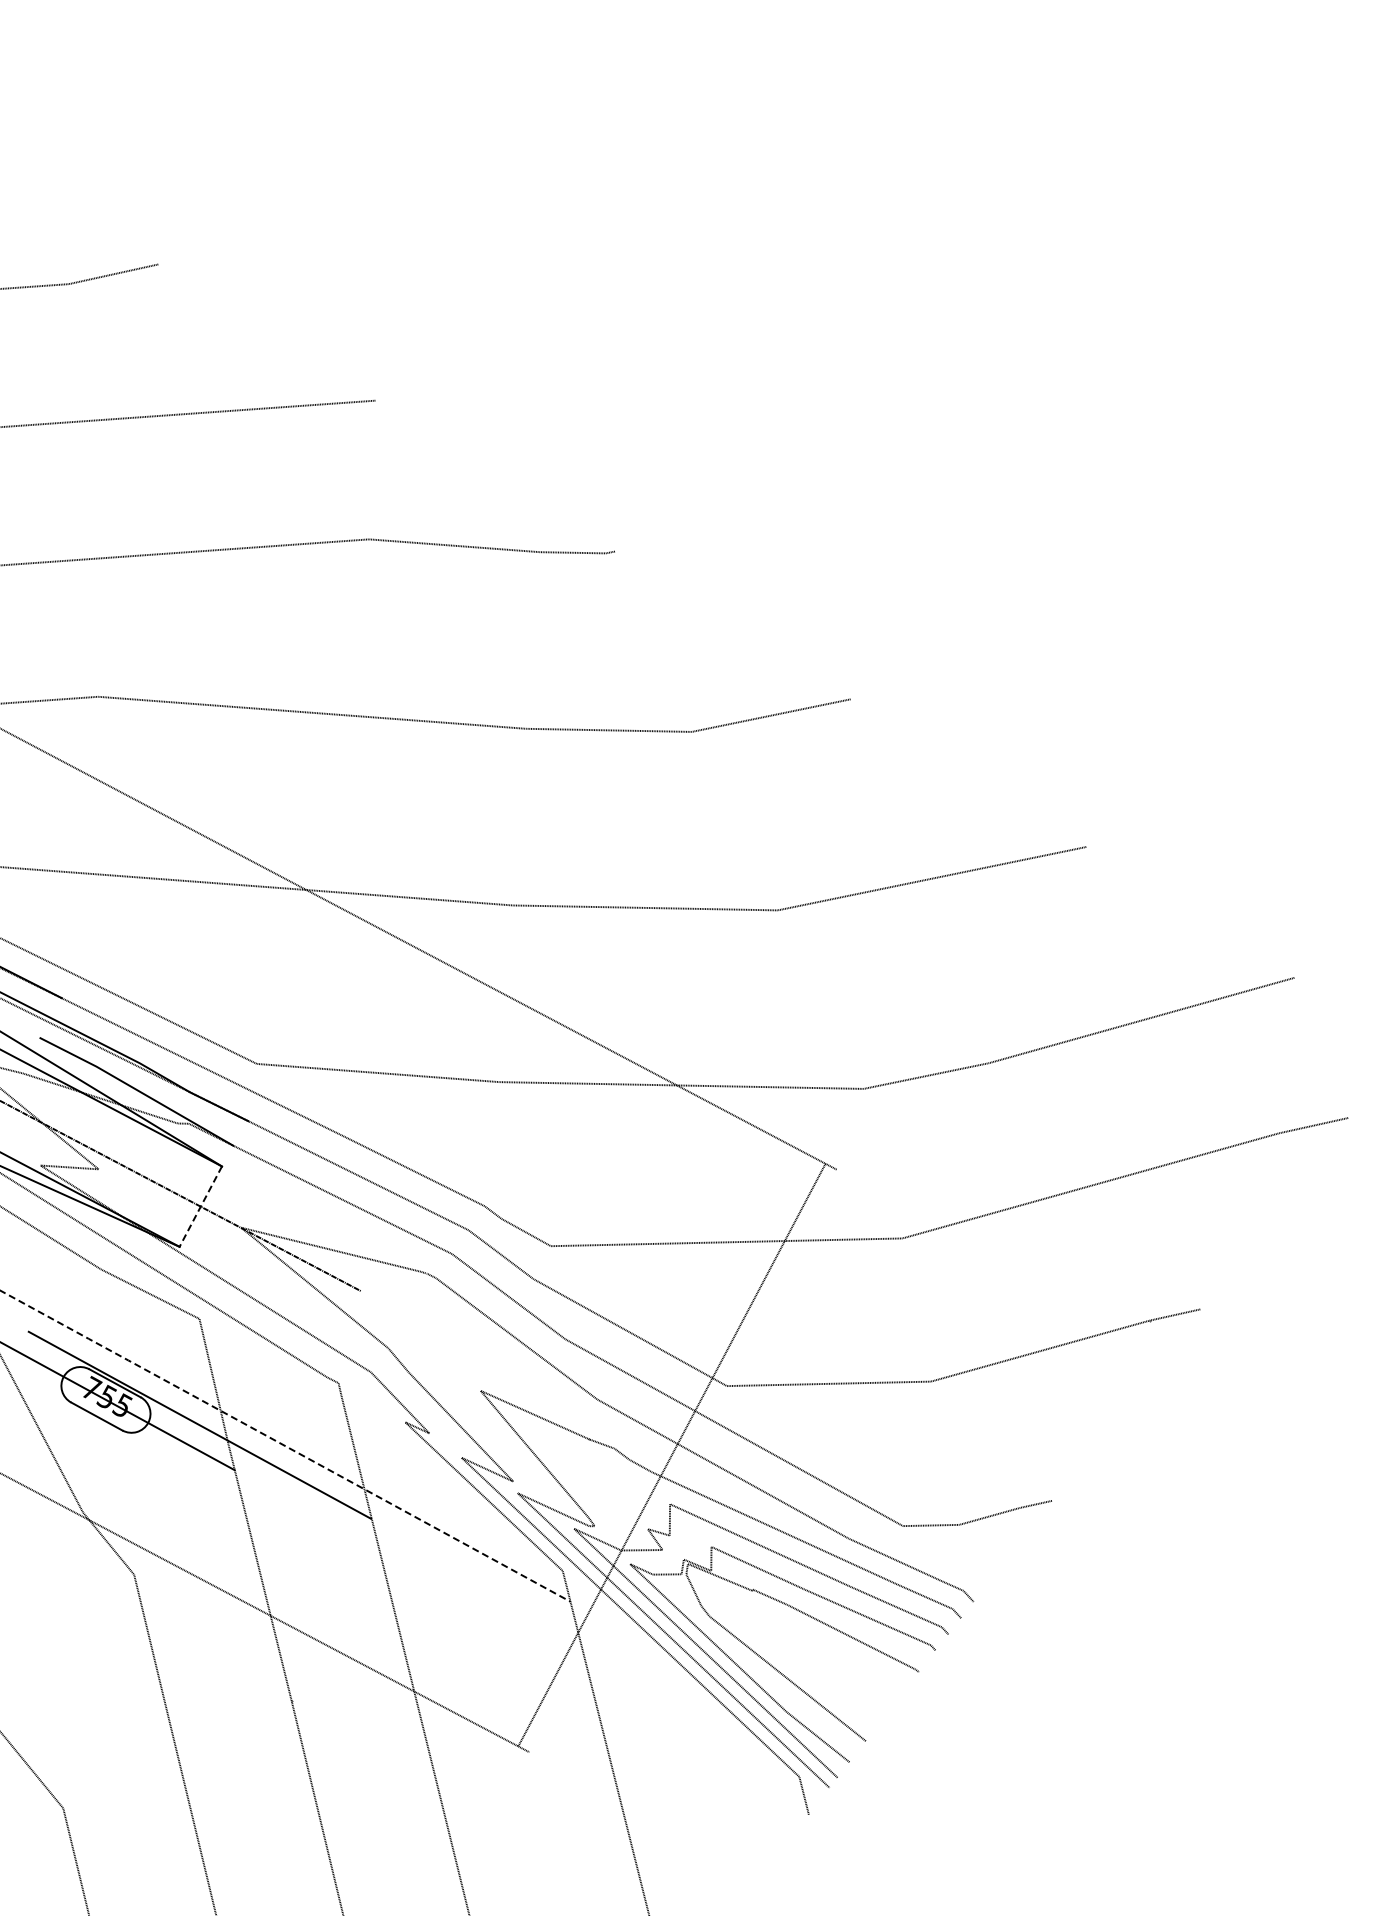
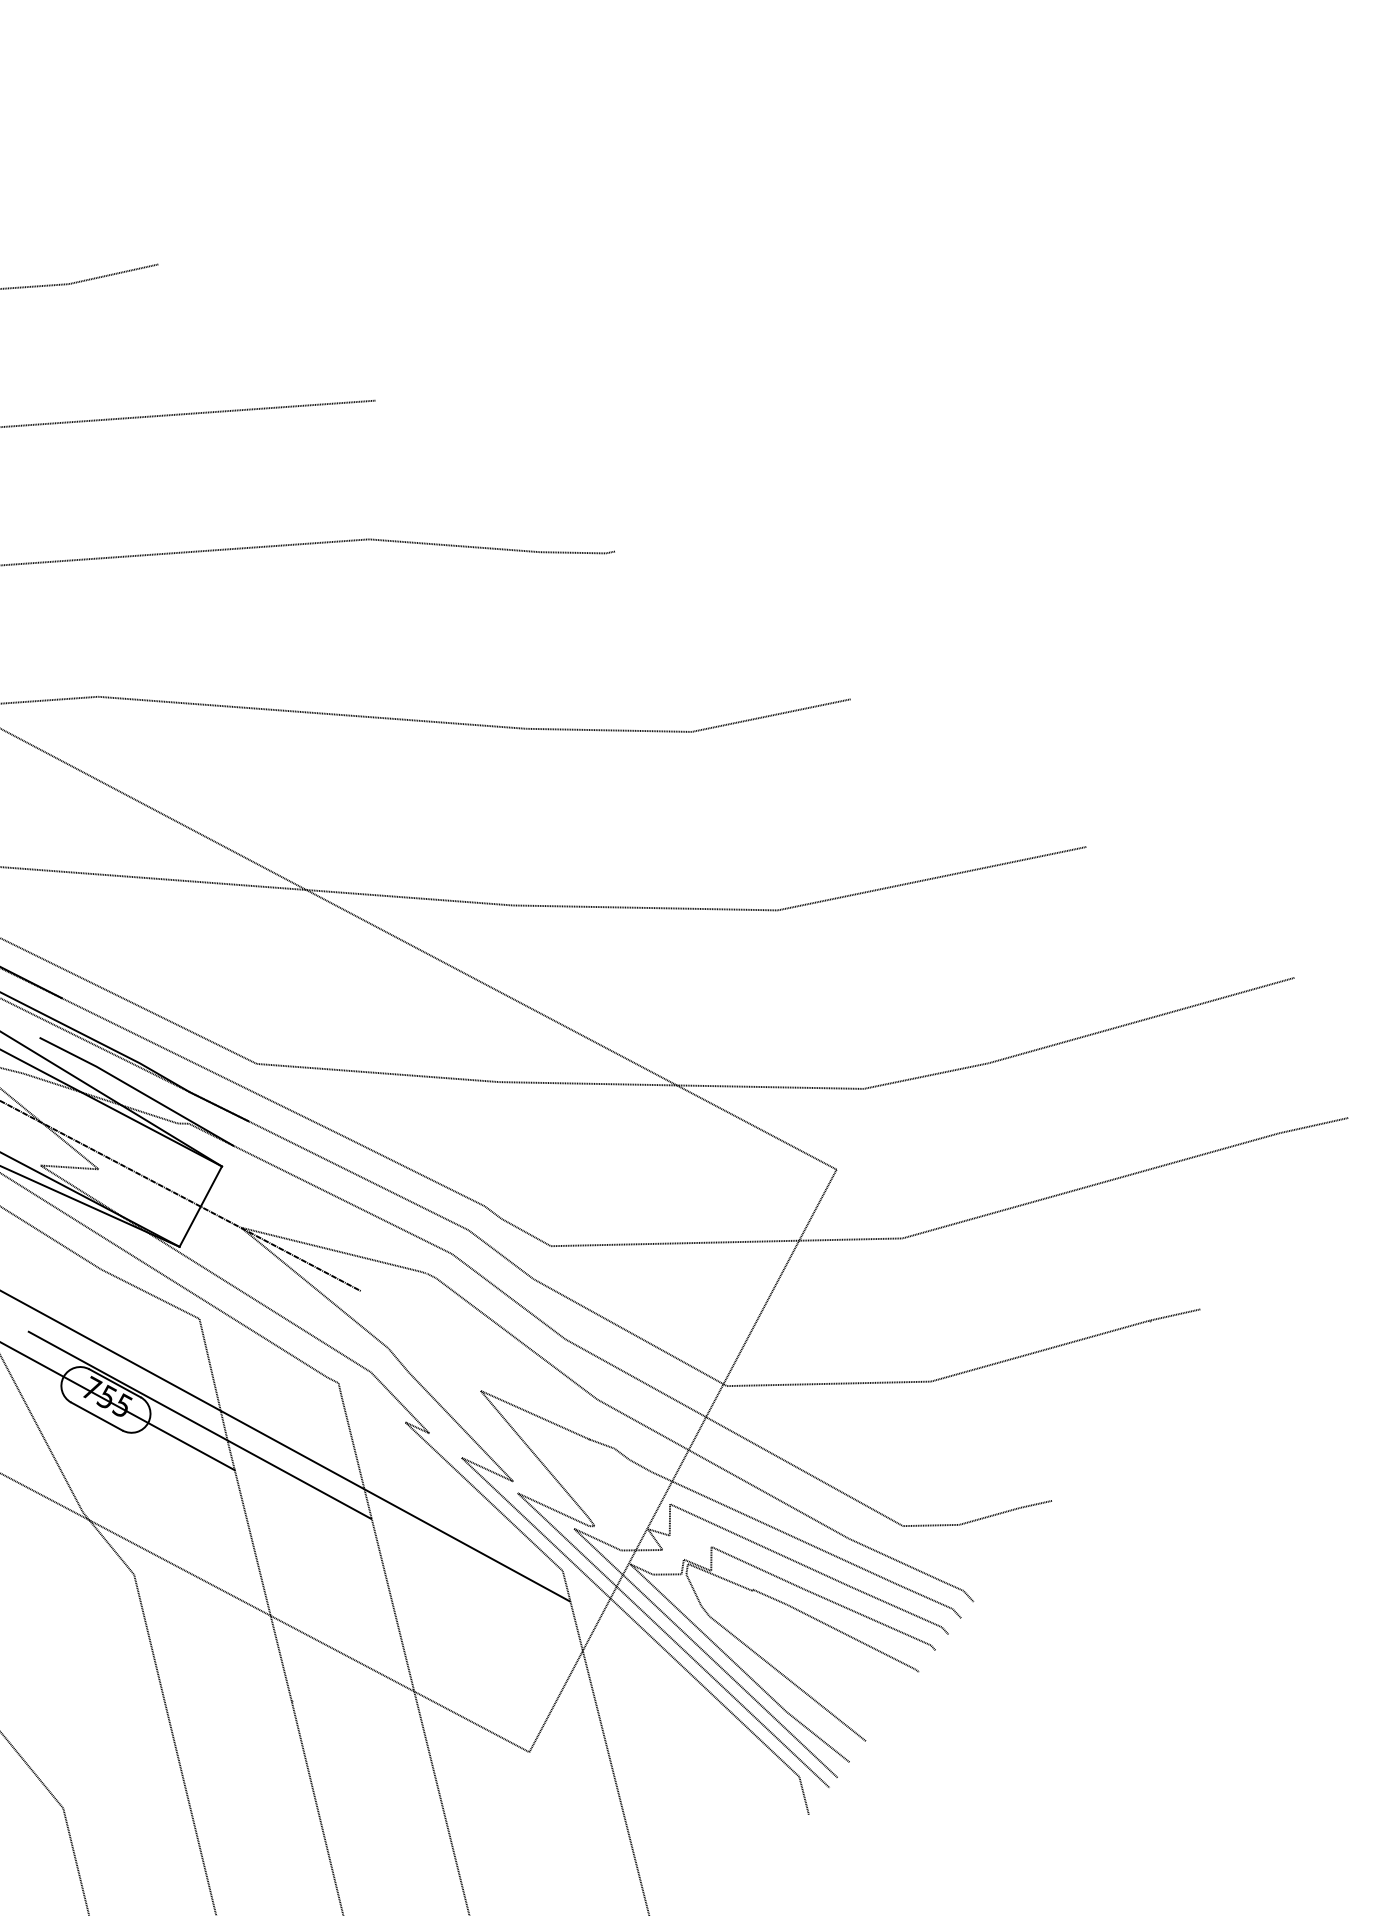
line at (200, 1207): dashed -> solid
line at (284, 1445): dashed -> solid
line at (671, 1454) position: (671, 1454) -> (682, 1460)
